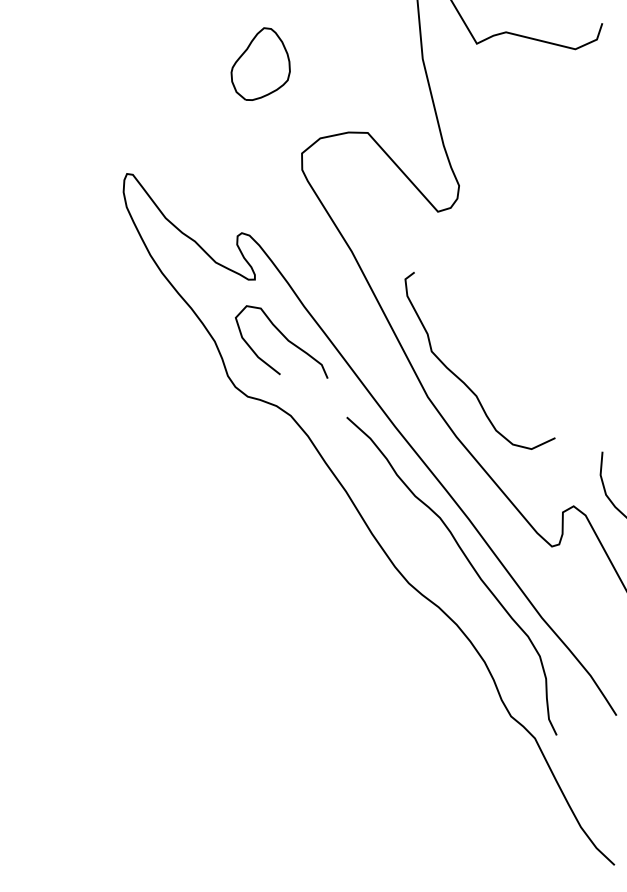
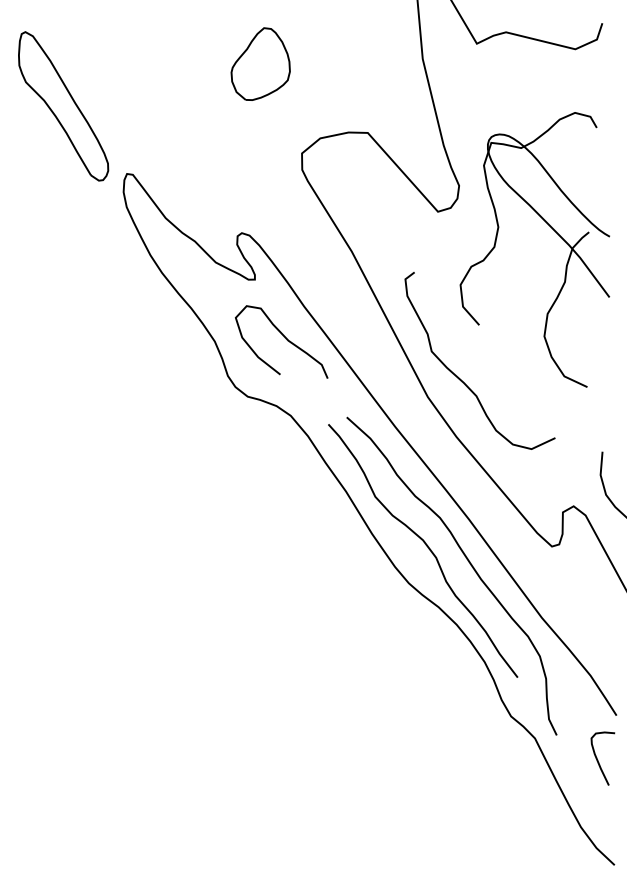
part at (63, 106): none -> present
part at (553, 230): none -> present
curve at (426, 546): none -> present
curve at (598, 760): none -> present
